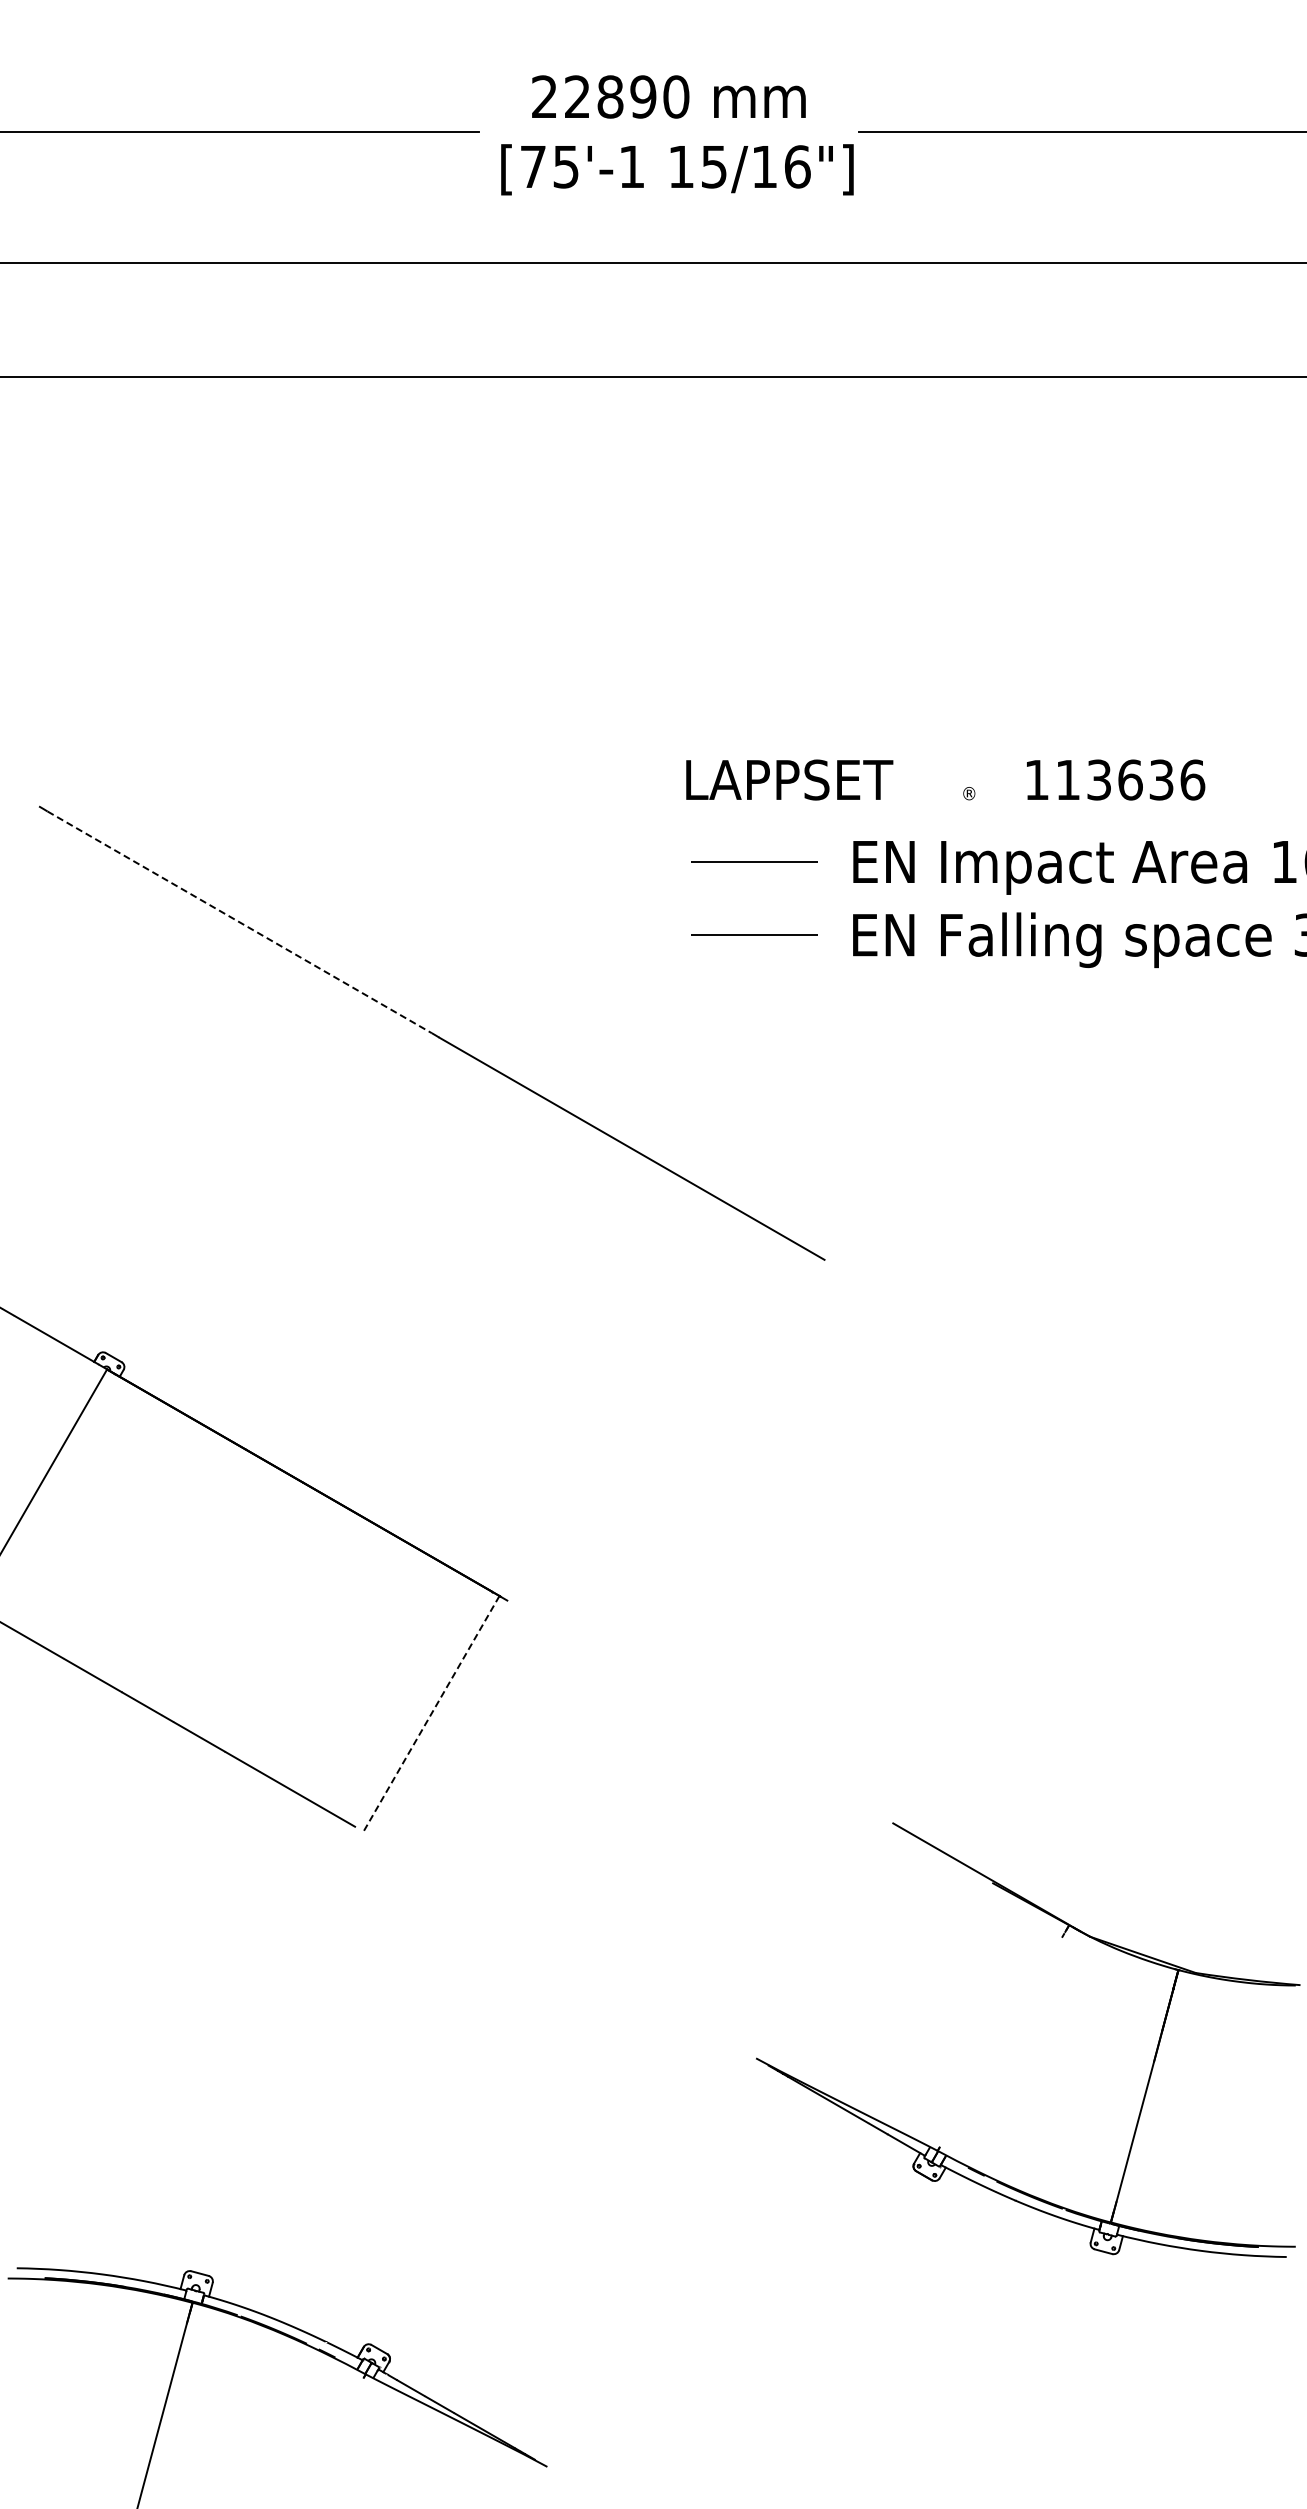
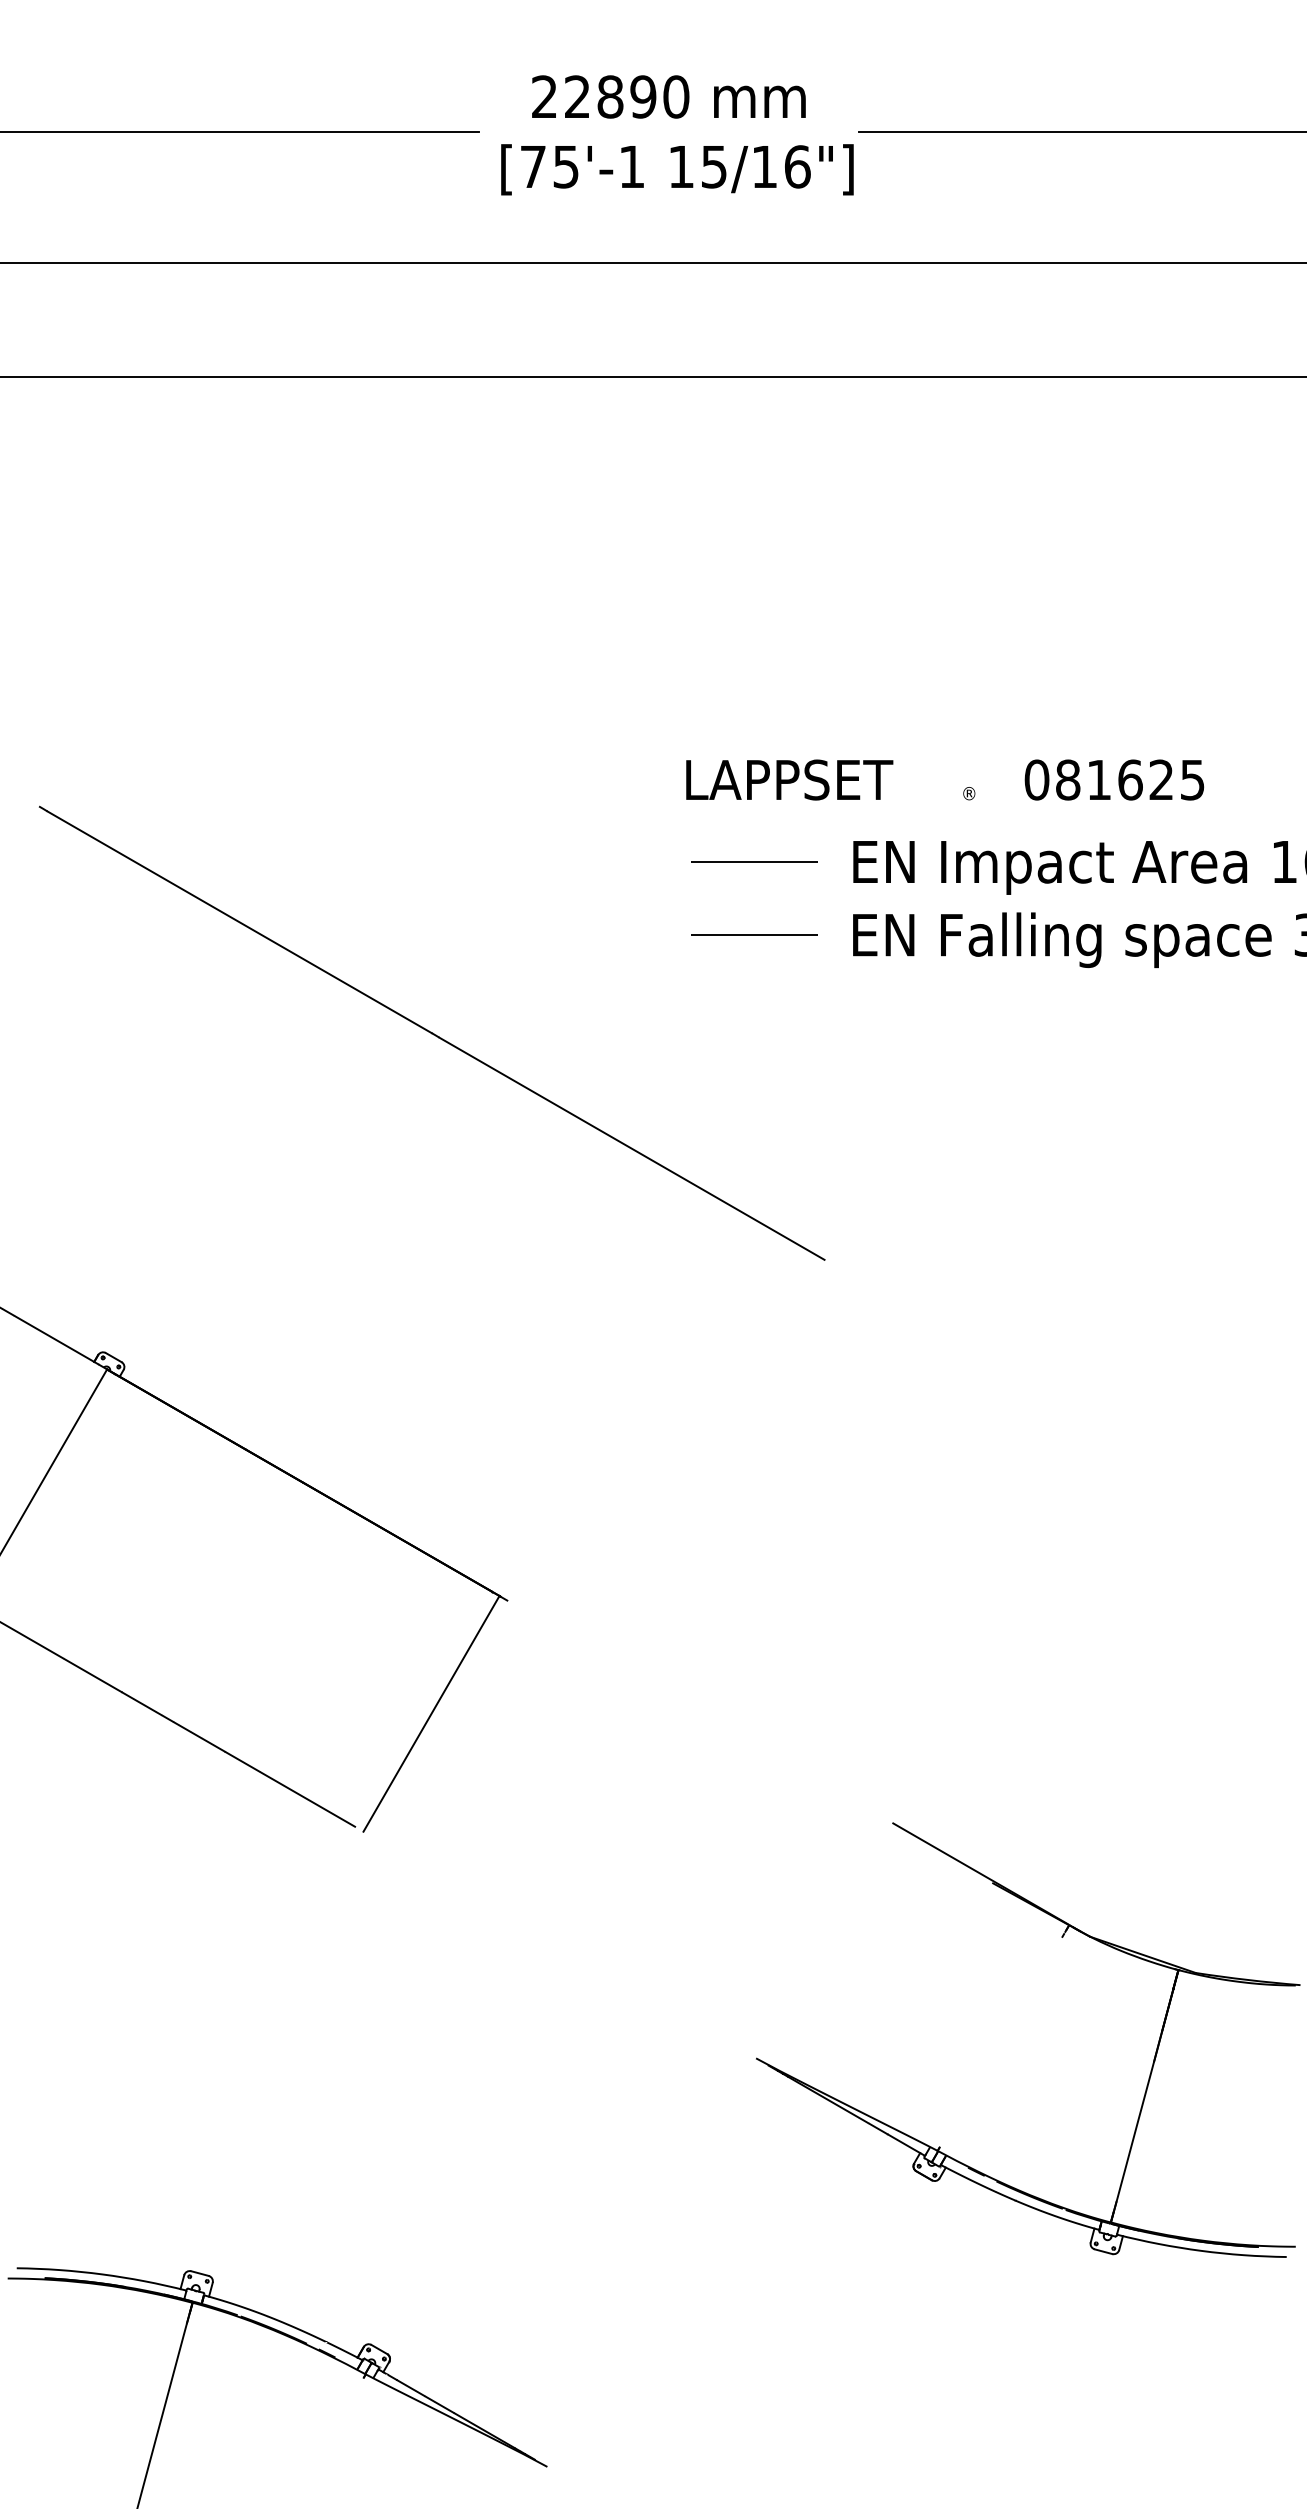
text at (1114, 779): 113636 -> 081625
line at (239, 922): dashed -> solid
line at (431, 1714): dashed -> solid
